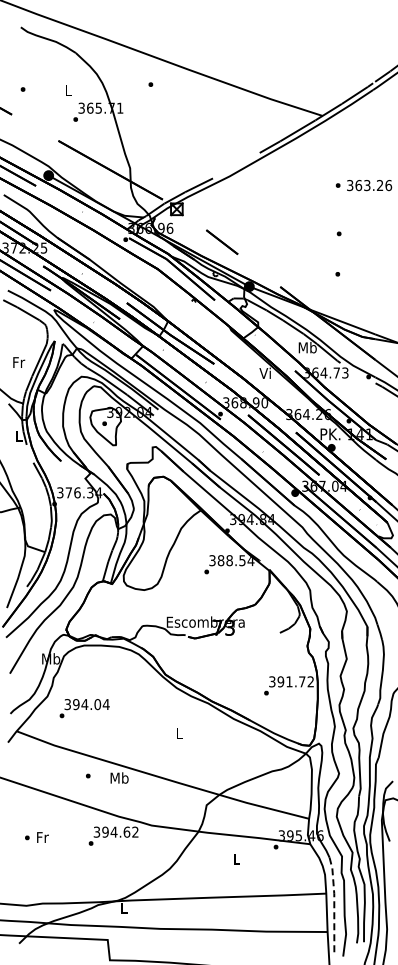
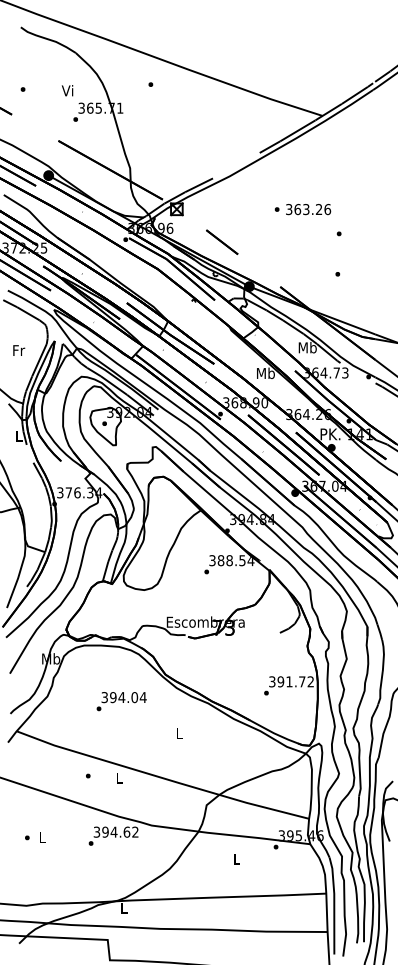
text at (67, 90): L -> Vi
text at (363, 185) position: (363, 185) -> (302, 209)
text at (19, 362) position: (19, 362) -> (19, 350)
text at (265, 373): Vi -> Mb
text at (84, 708) position: (84, 708) -> (121, 701)
text at (119, 777): Mb -> L
text at (42, 837): Fr -> L
line at (334, 904): dashed -> solid
